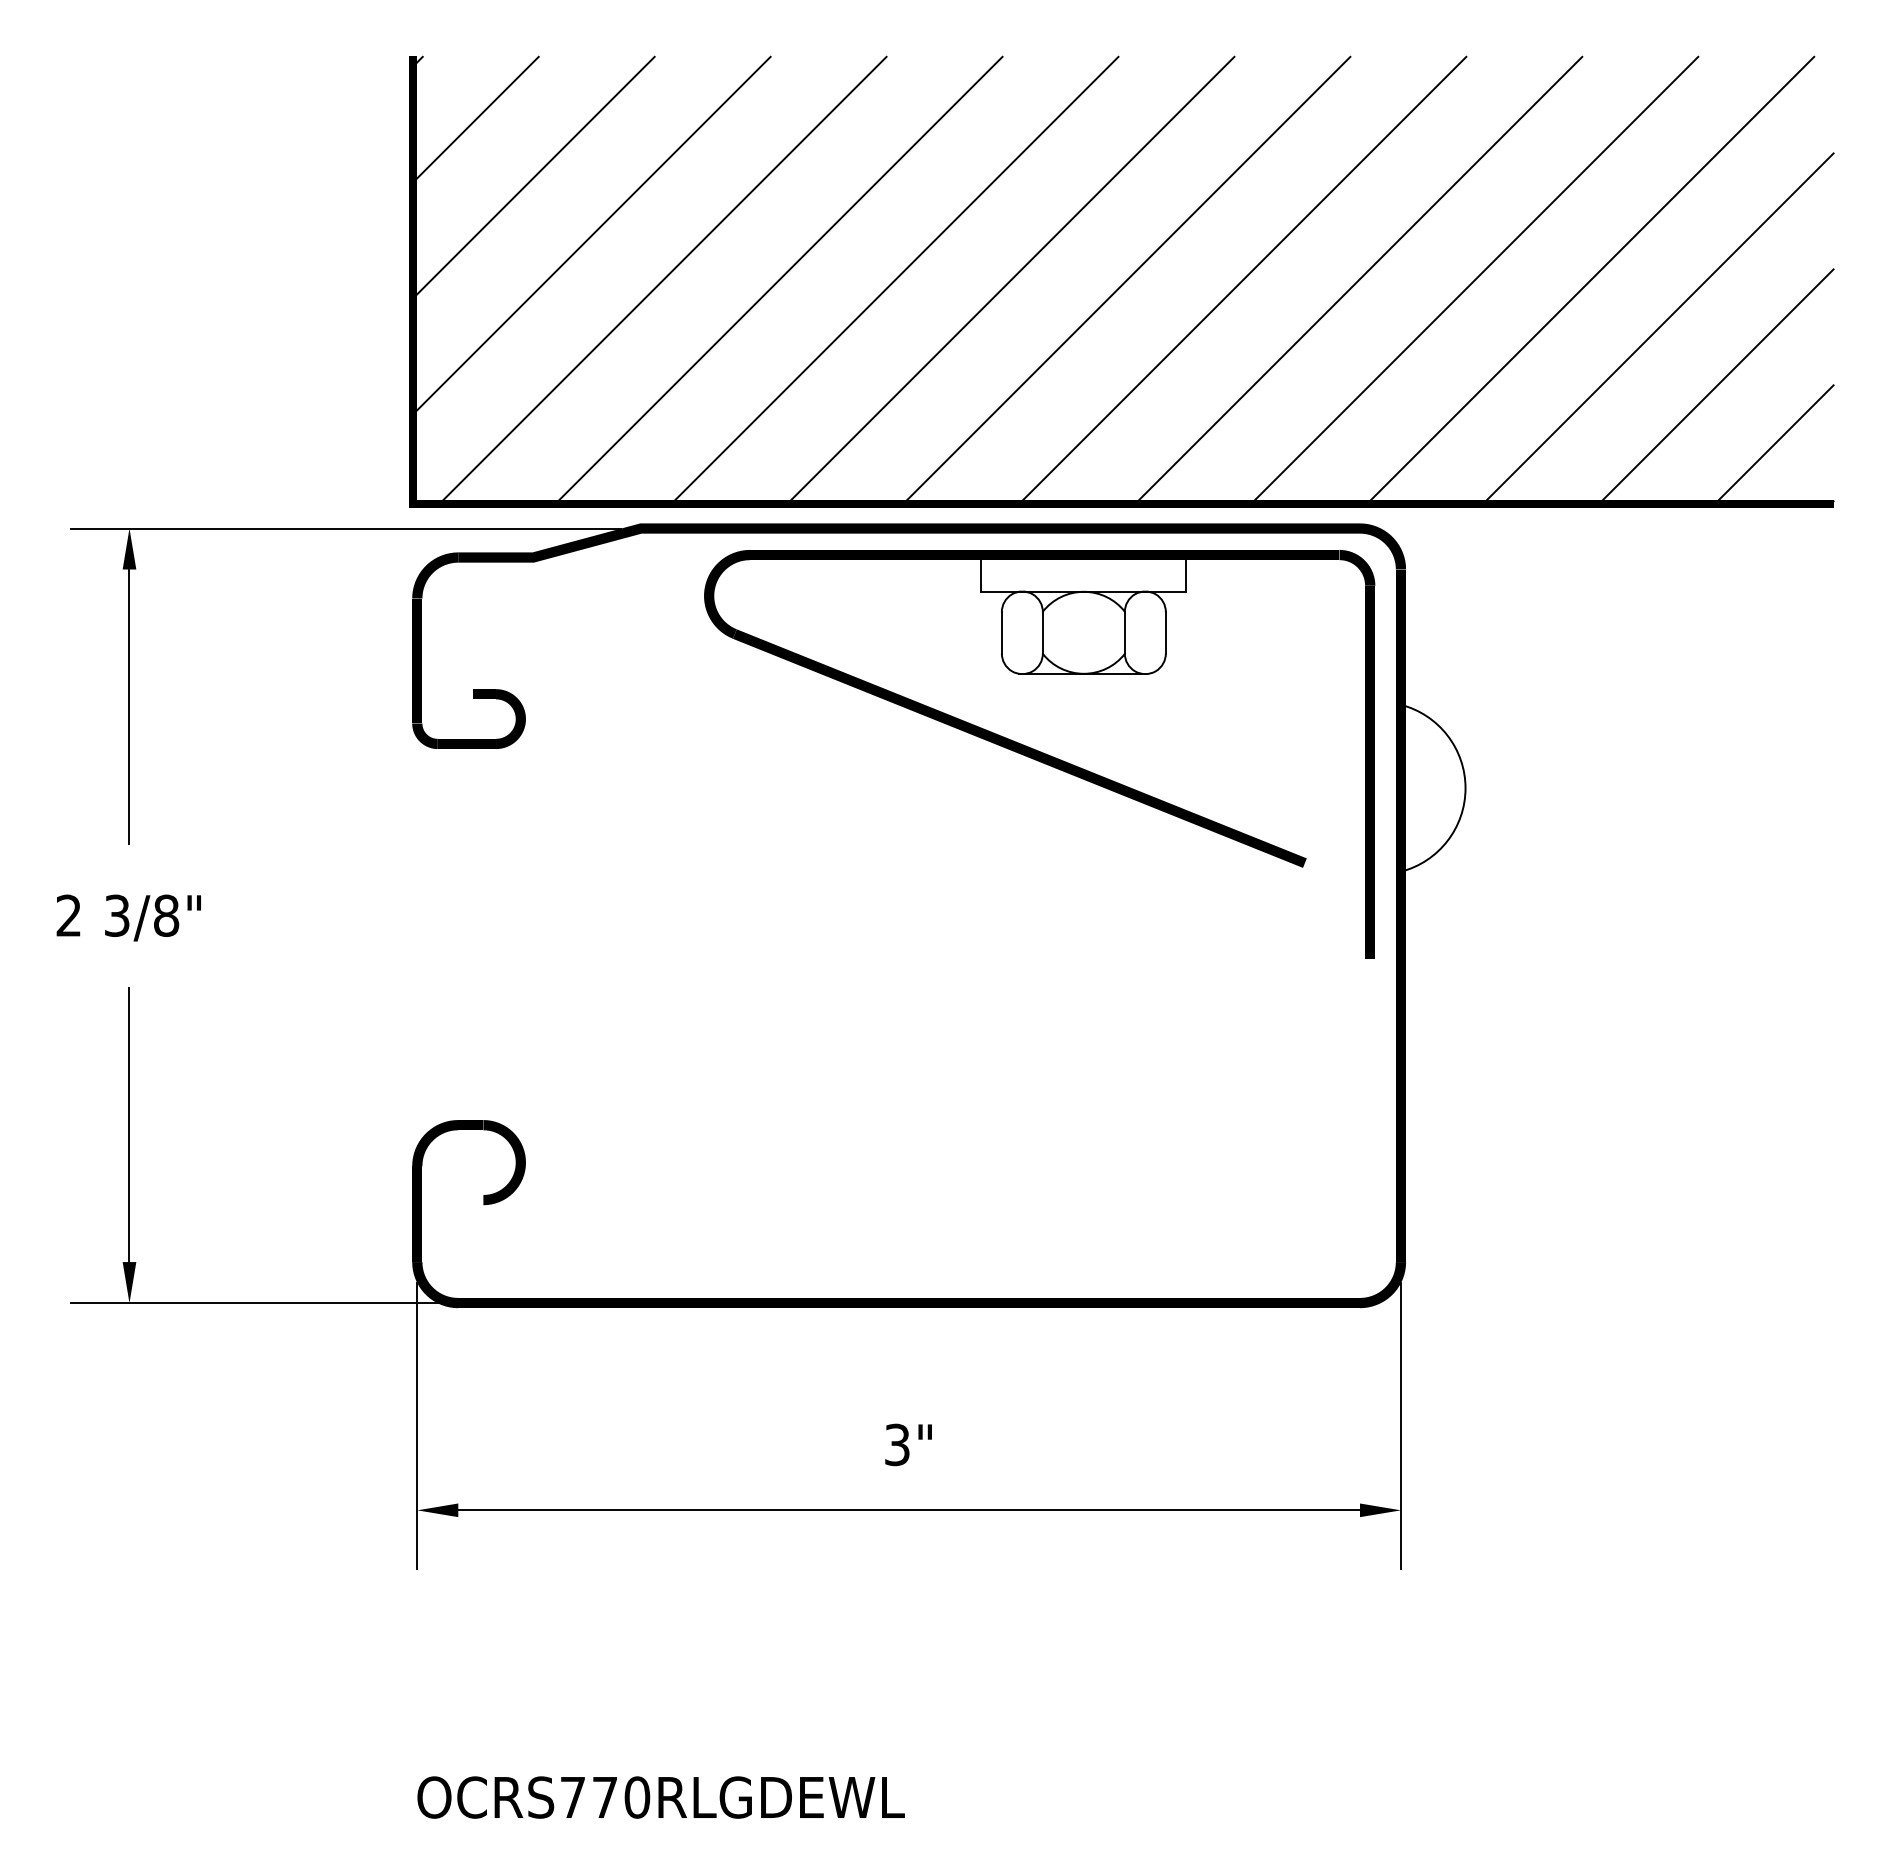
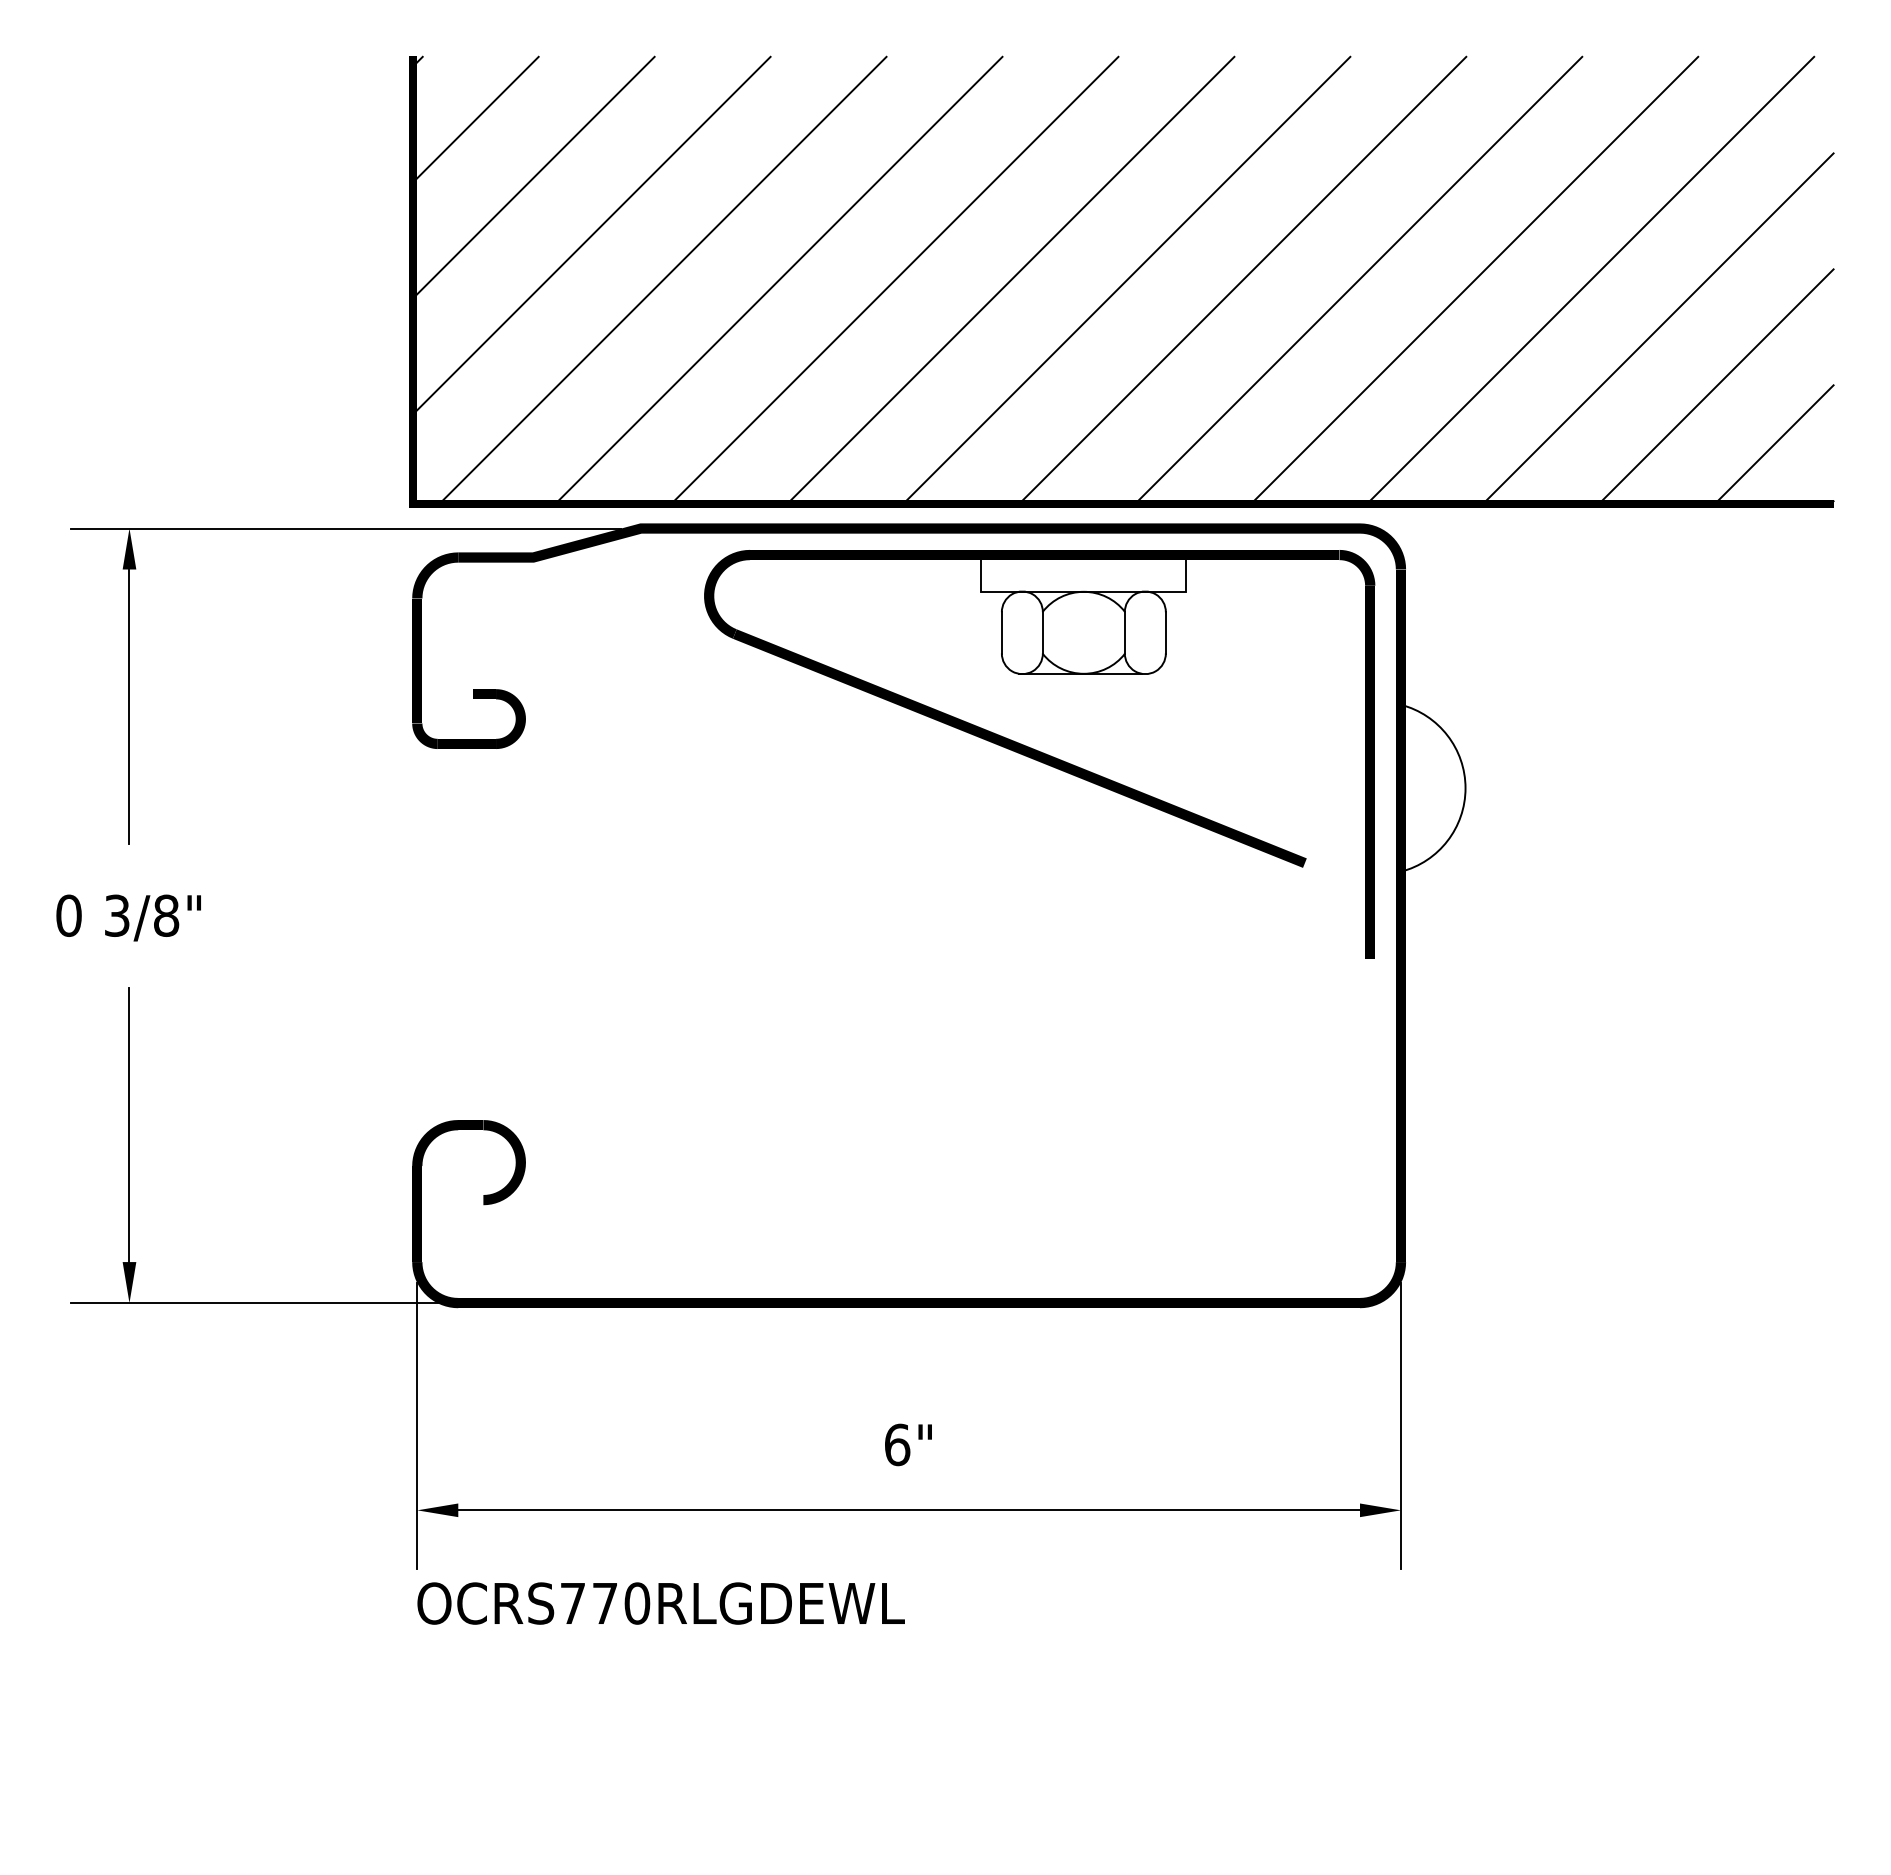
text at (68, 915): 2 -> 0
text at (897, 1444): 3" -> 6"
text at (660, 1797) position: (660, 1797) -> (660, 1603)
